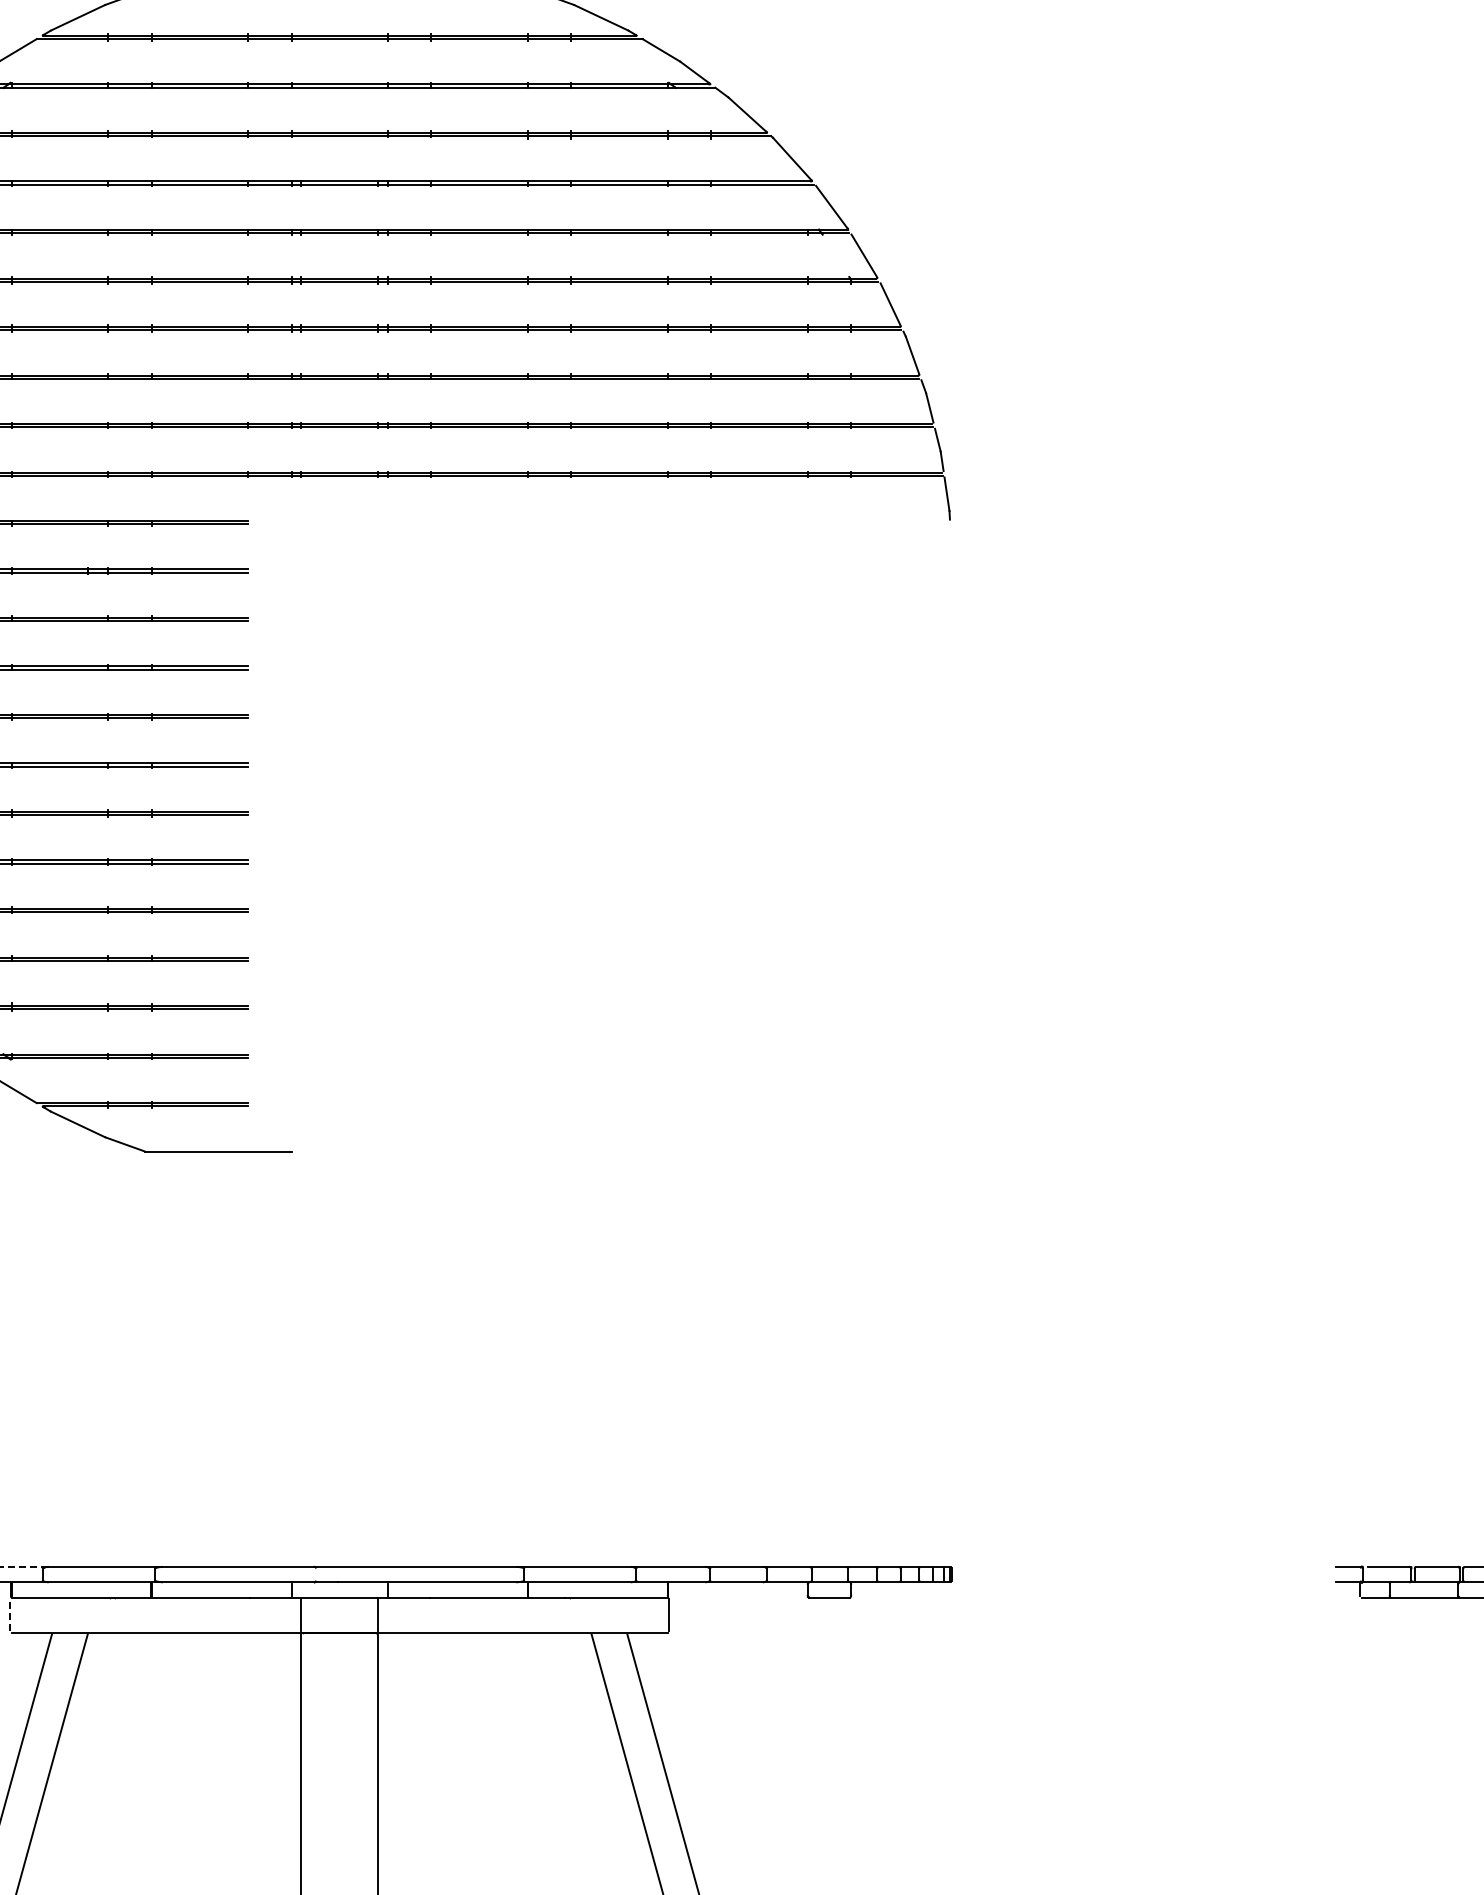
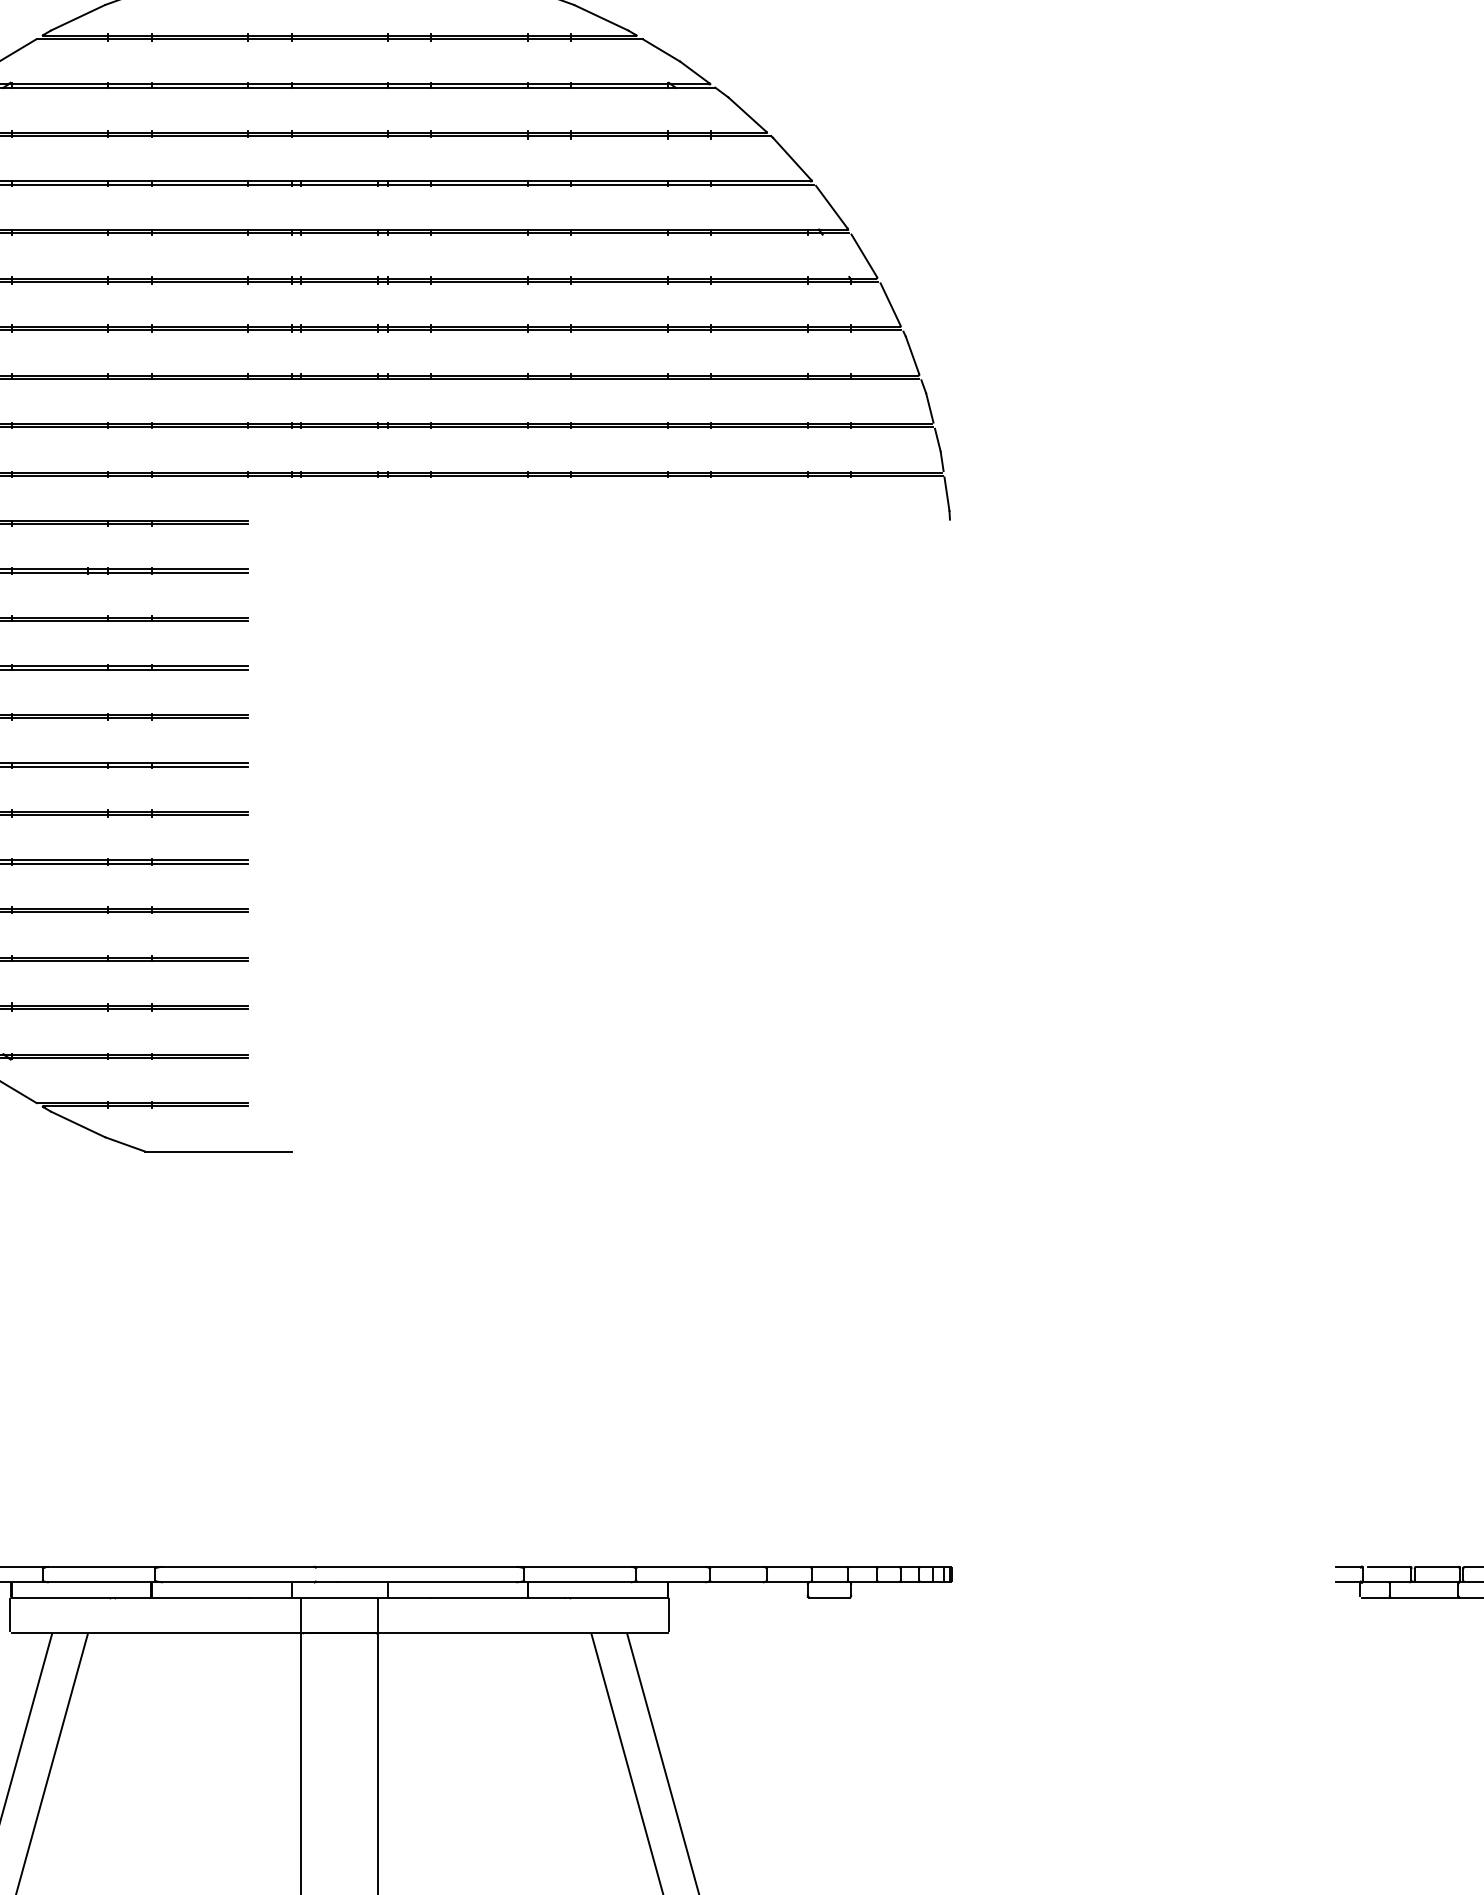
line at (23, 1566): dashed -> solid
line at (10, 1614): dashed -> solid
